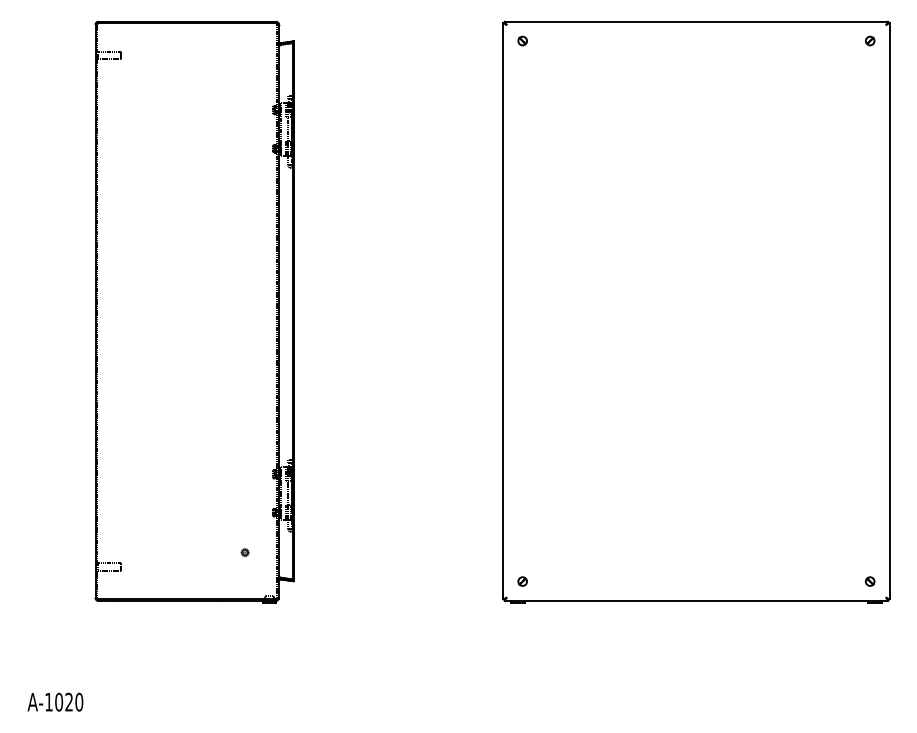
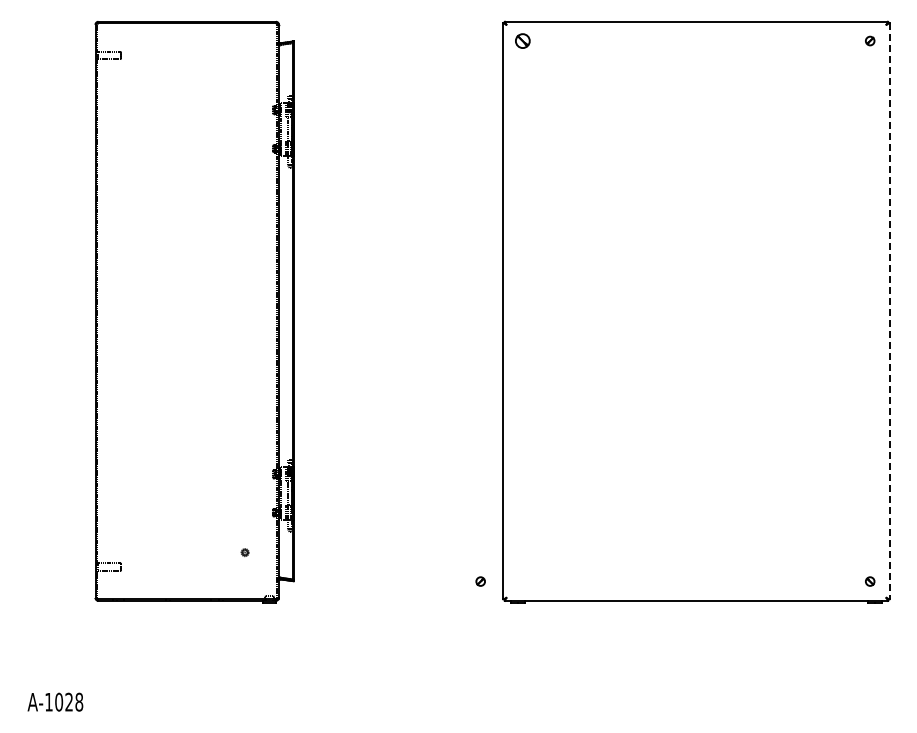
part at (522, 40) size: 11x12 px -> 16x16 px
line at (889, 311): solid -> dashed
part at (522, 581) position: (522, 581) -> (480, 581)
text at (79, 702): A-1020 -> A-1028
